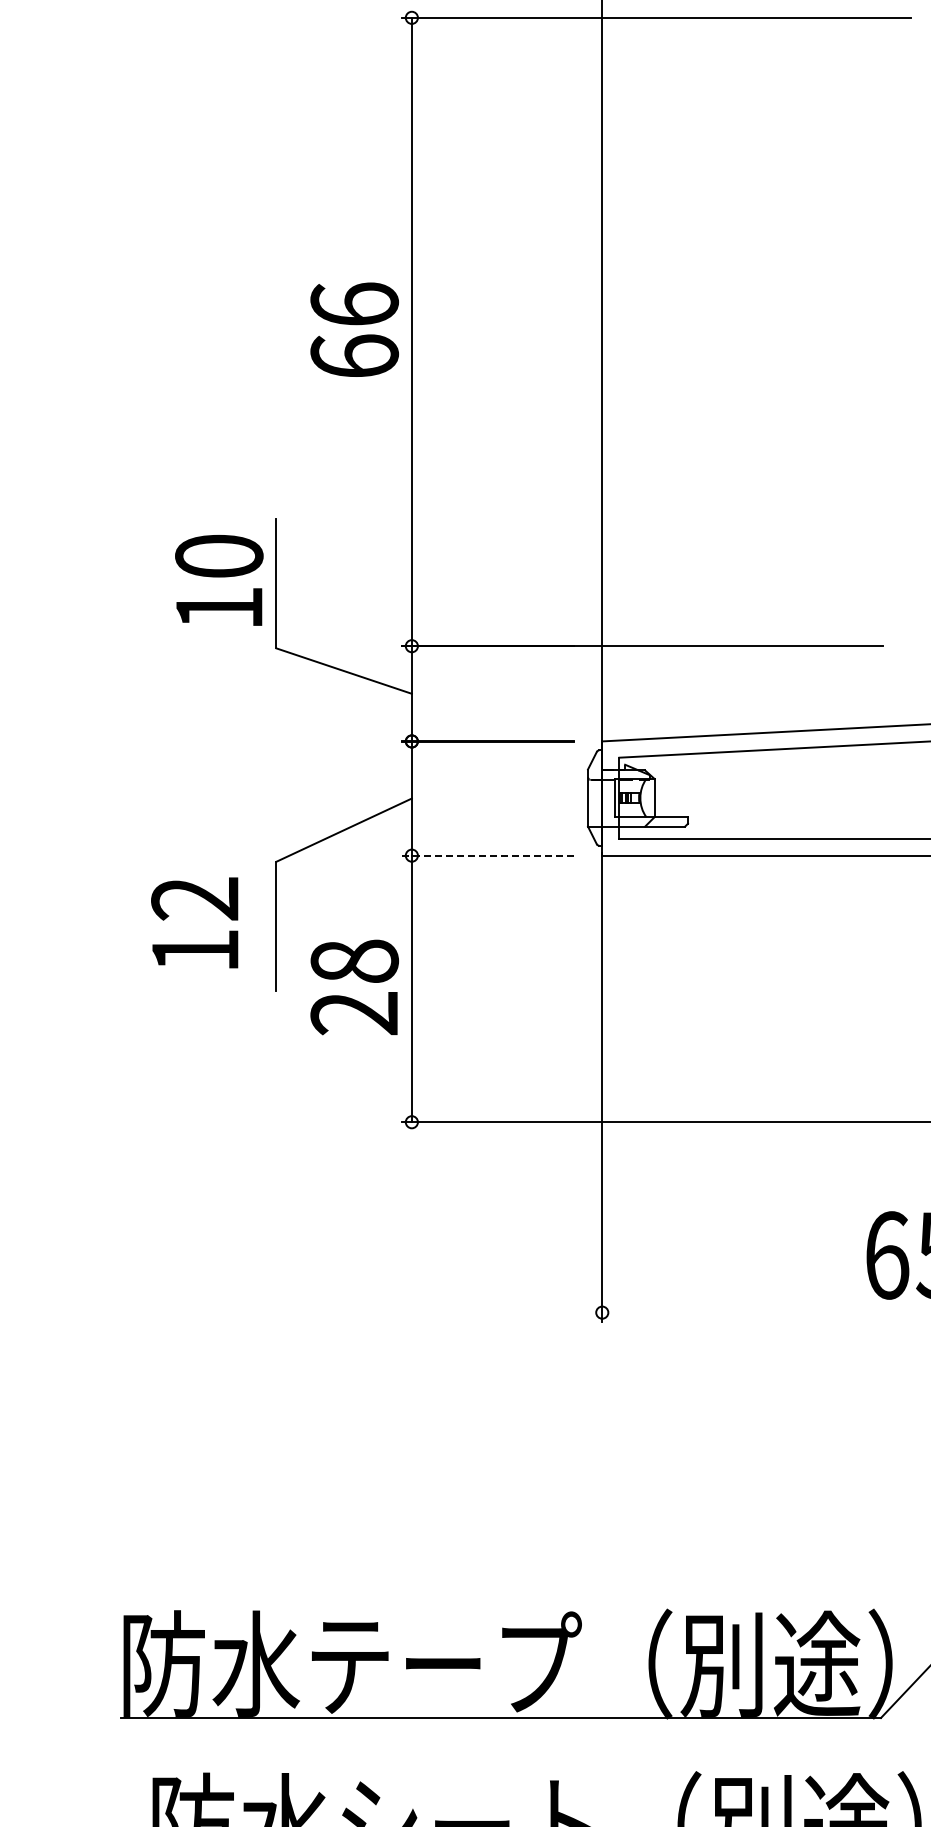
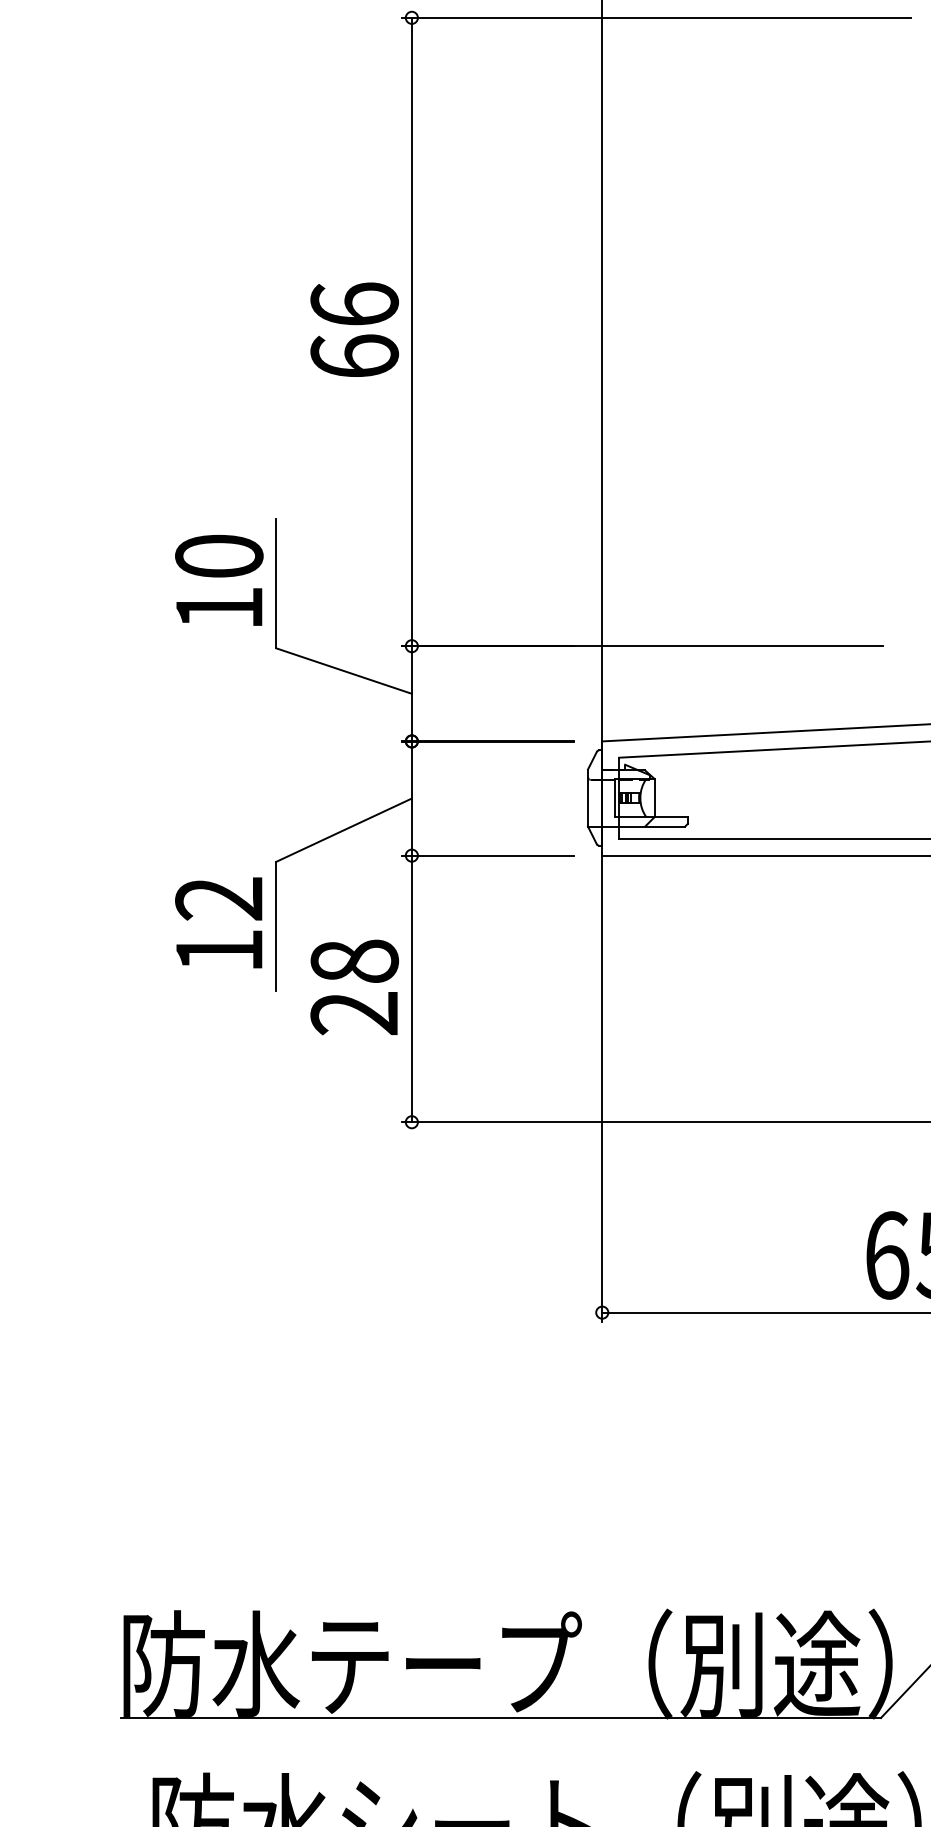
line at (488, 855): dashed -> solid
text at (194, 922) position: (194, 922) -> (218, 922)
line at (764, 1312): none -> present
